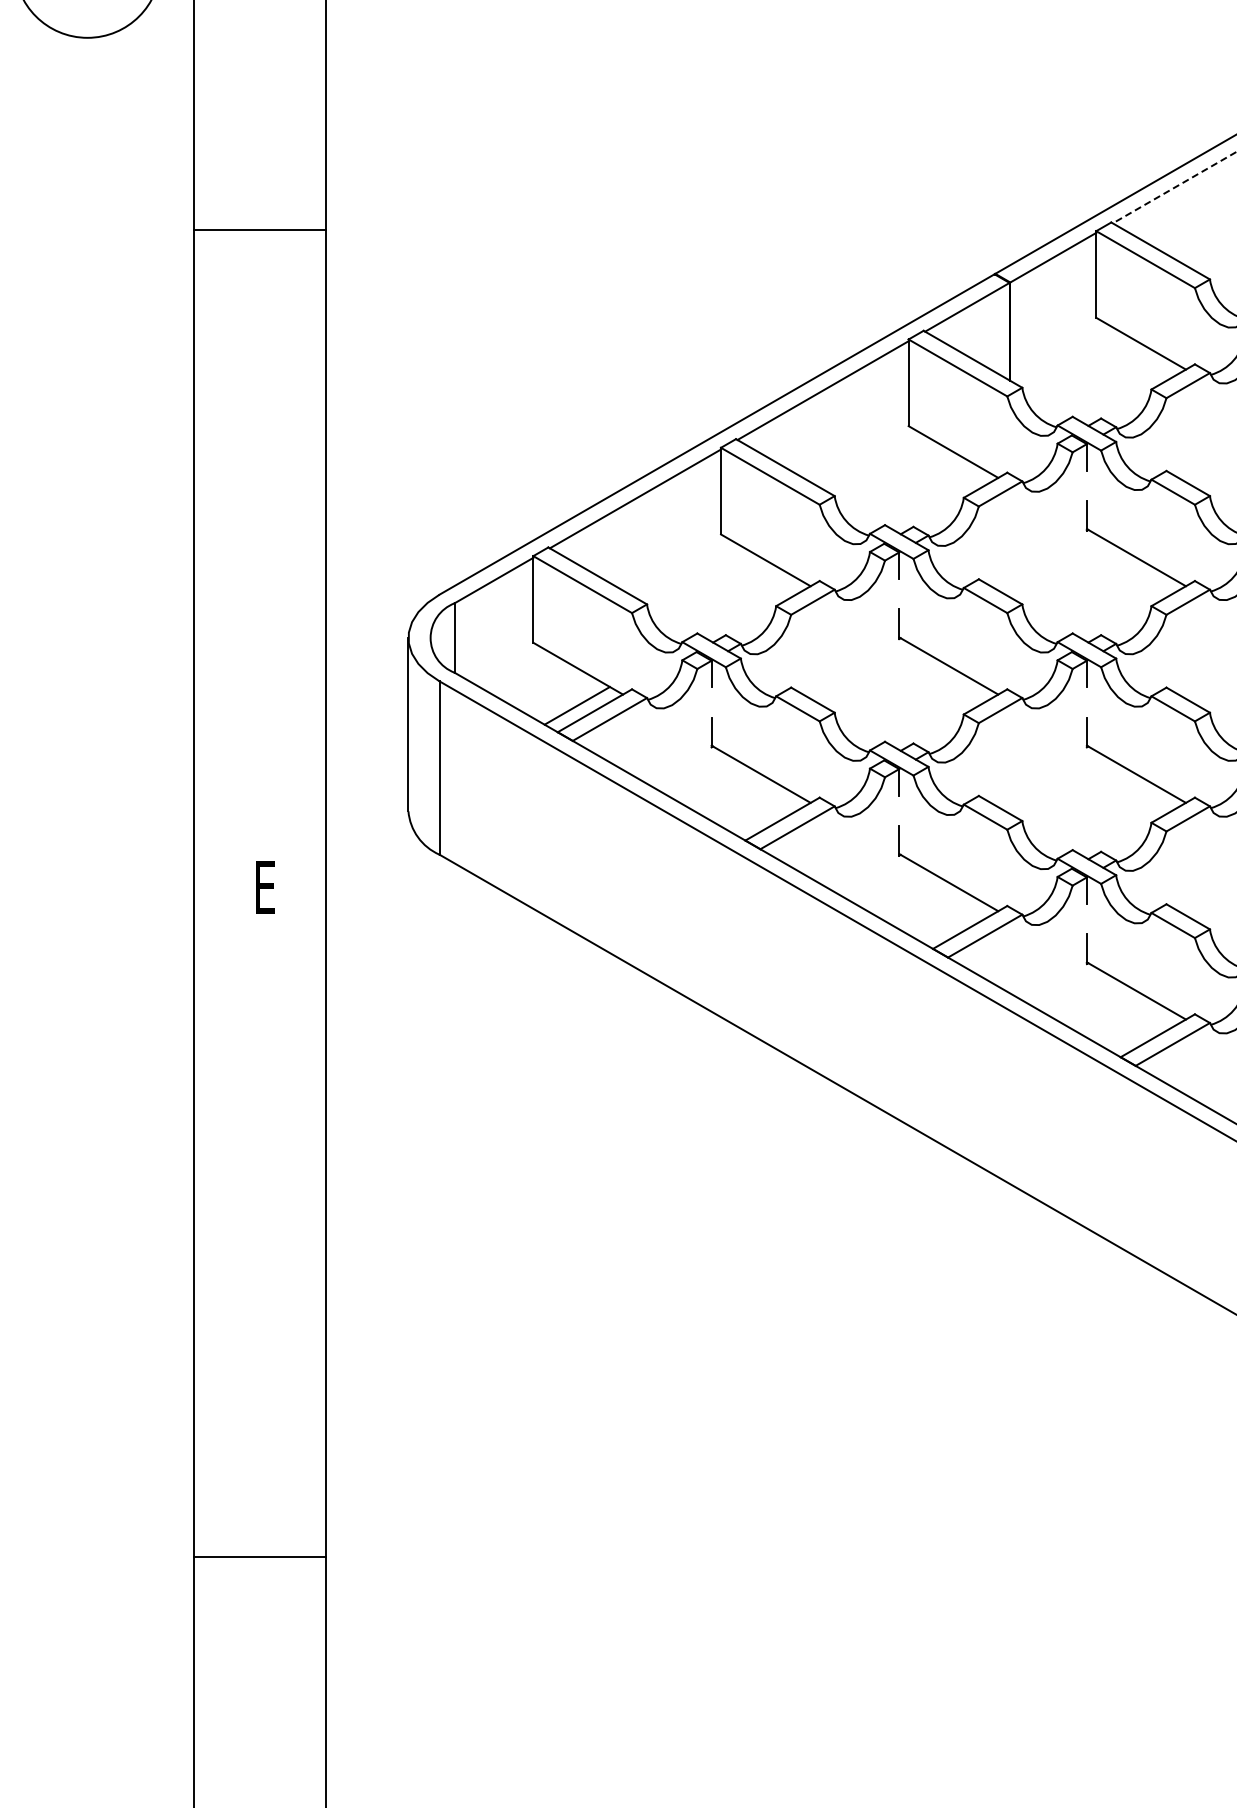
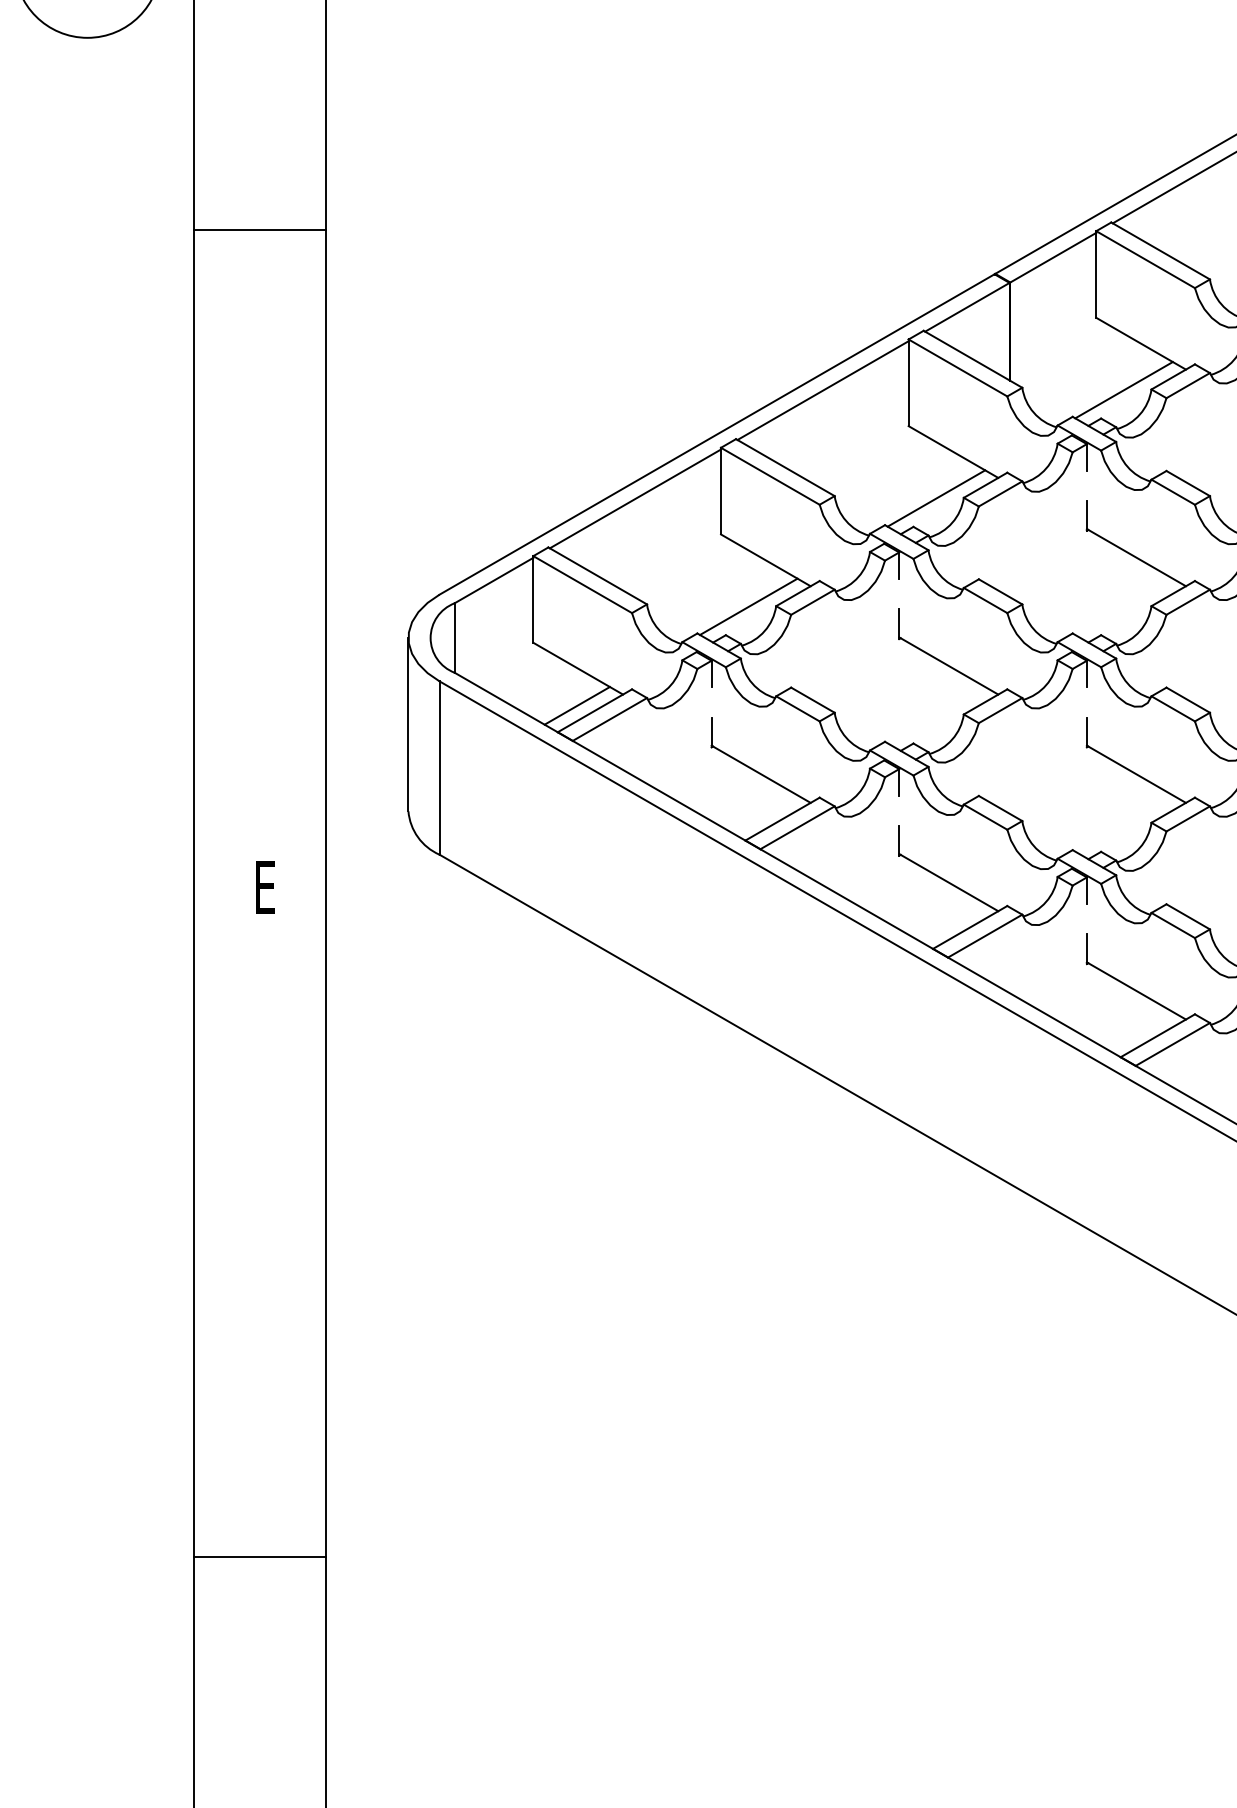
line at (1174, 187): dashed -> solid
line at (1123, 390): none -> present
line at (936, 498): none -> present
line at (748, 606): none -> present
